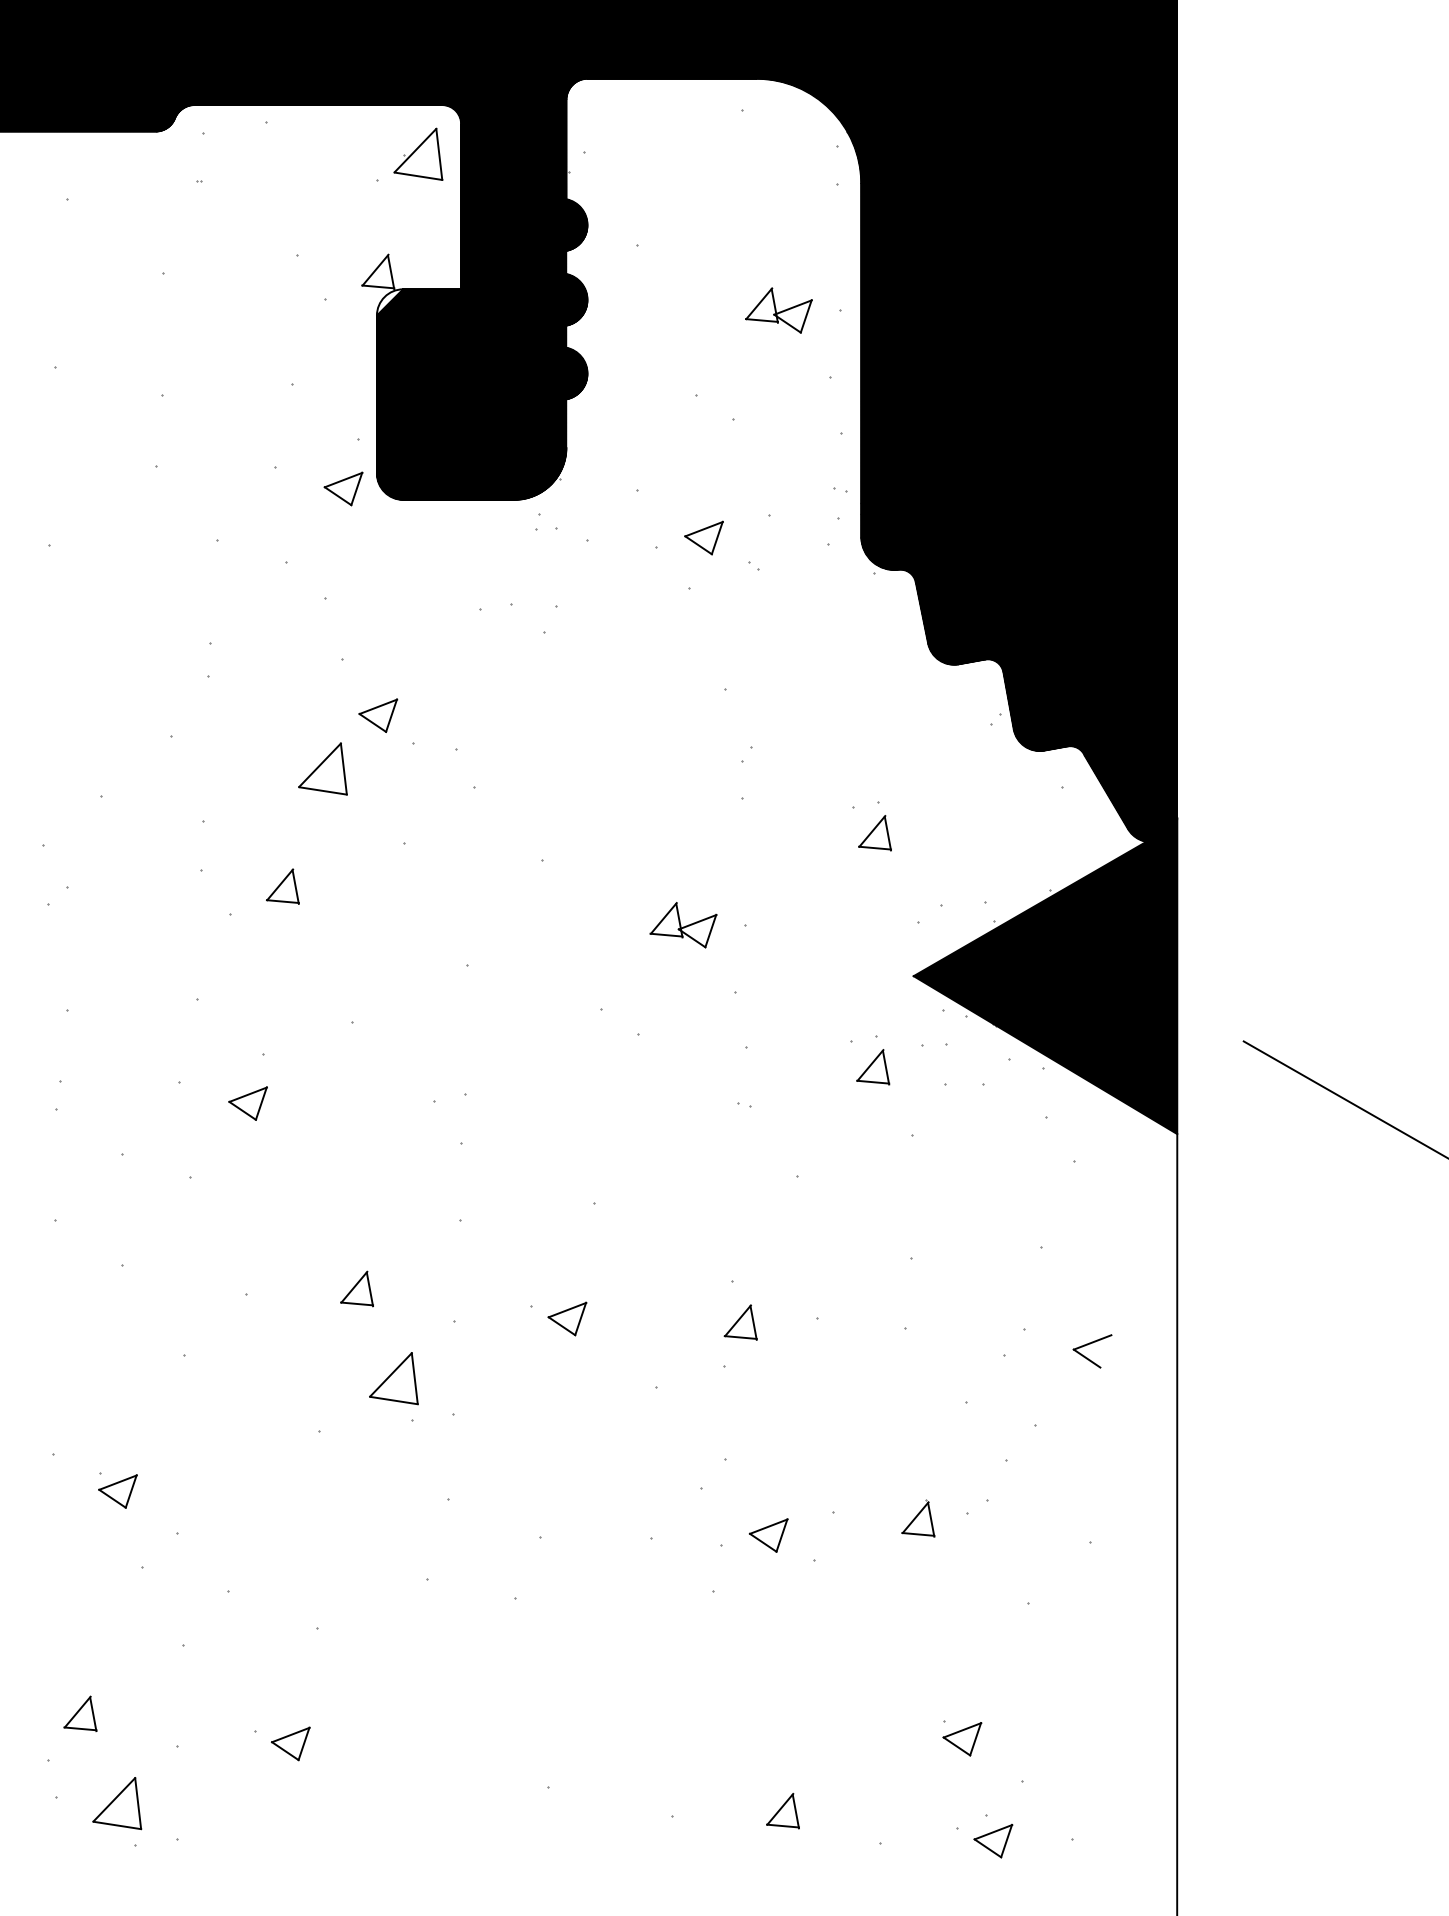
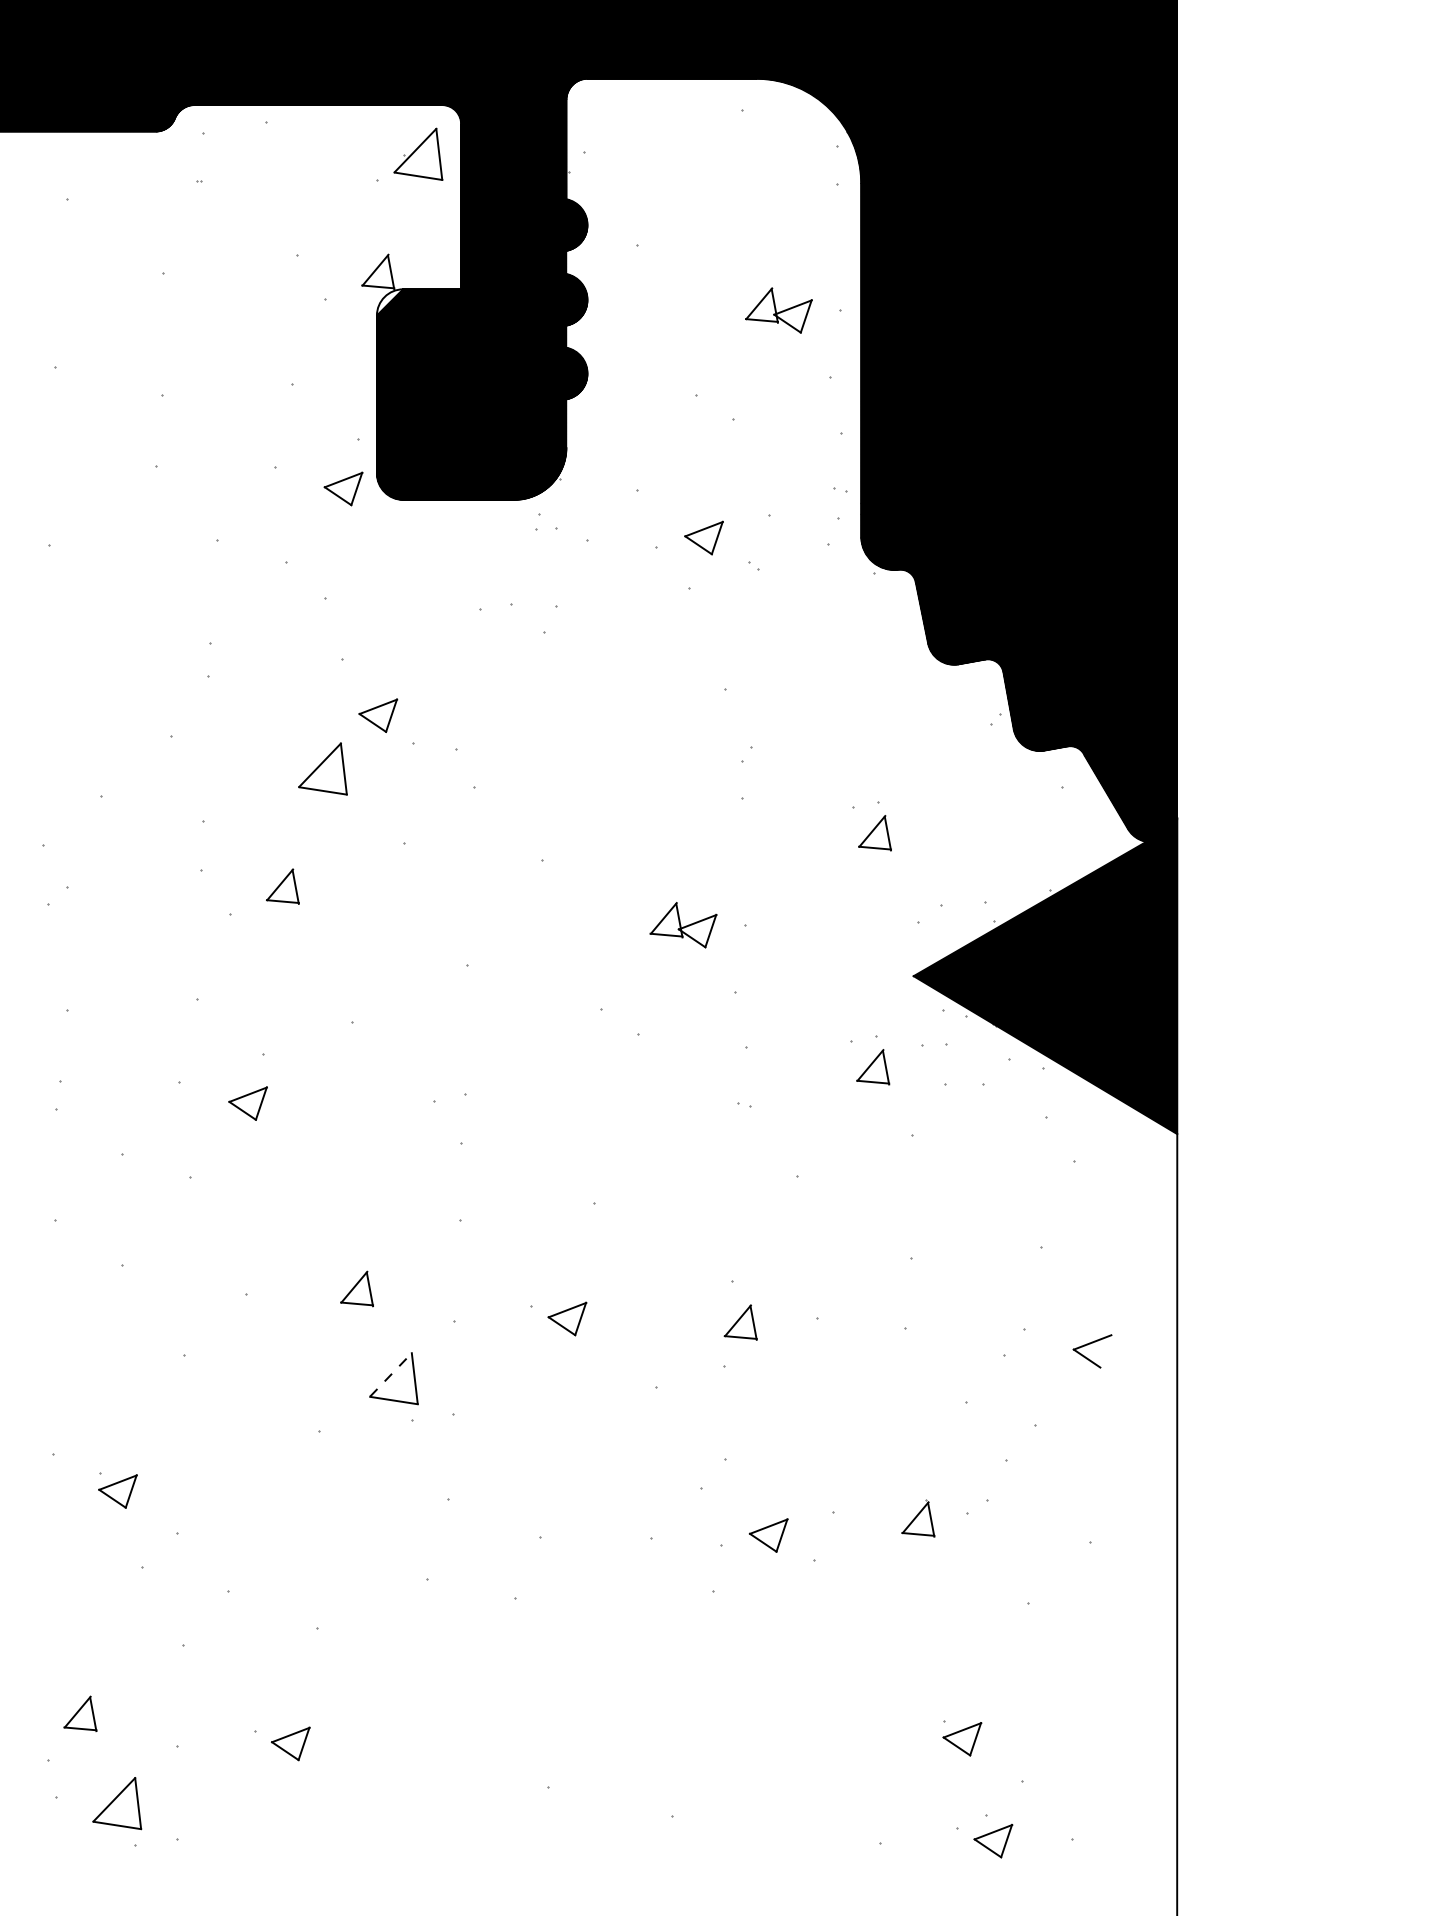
line at (1344, 1098): present -> none
line at (391, 1374): solid -> dashed
part at (782, 1810): present -> none
